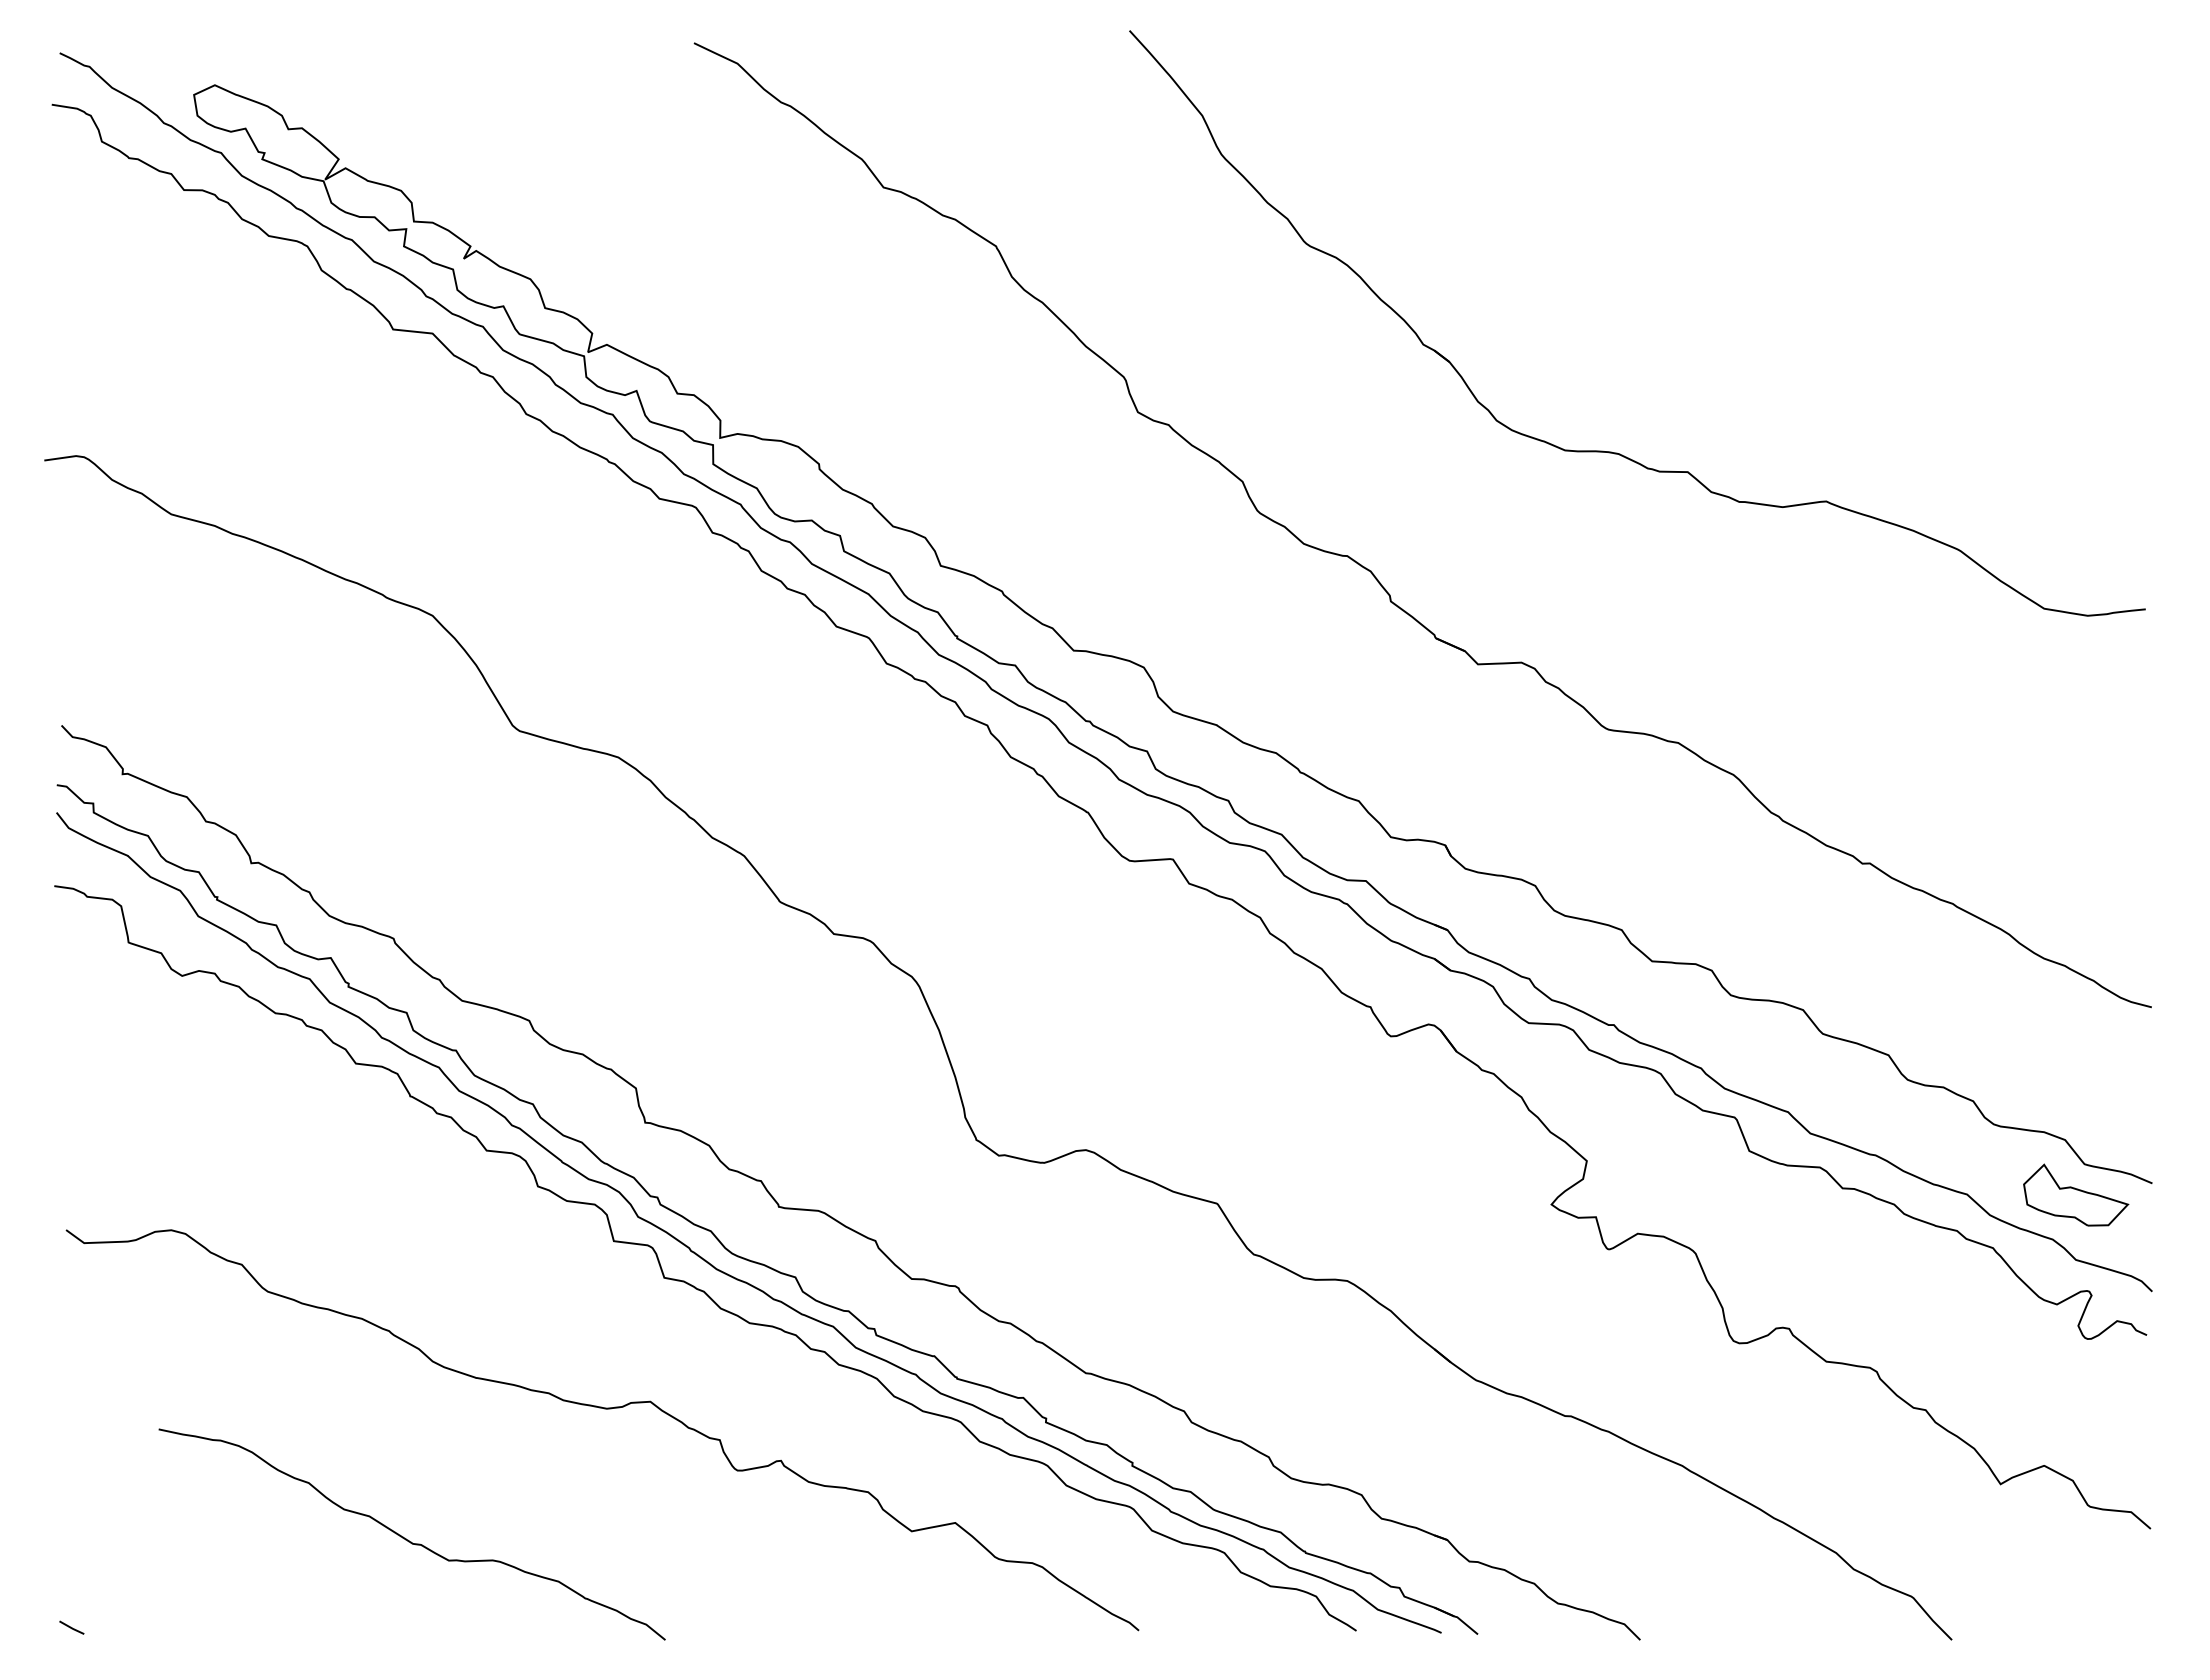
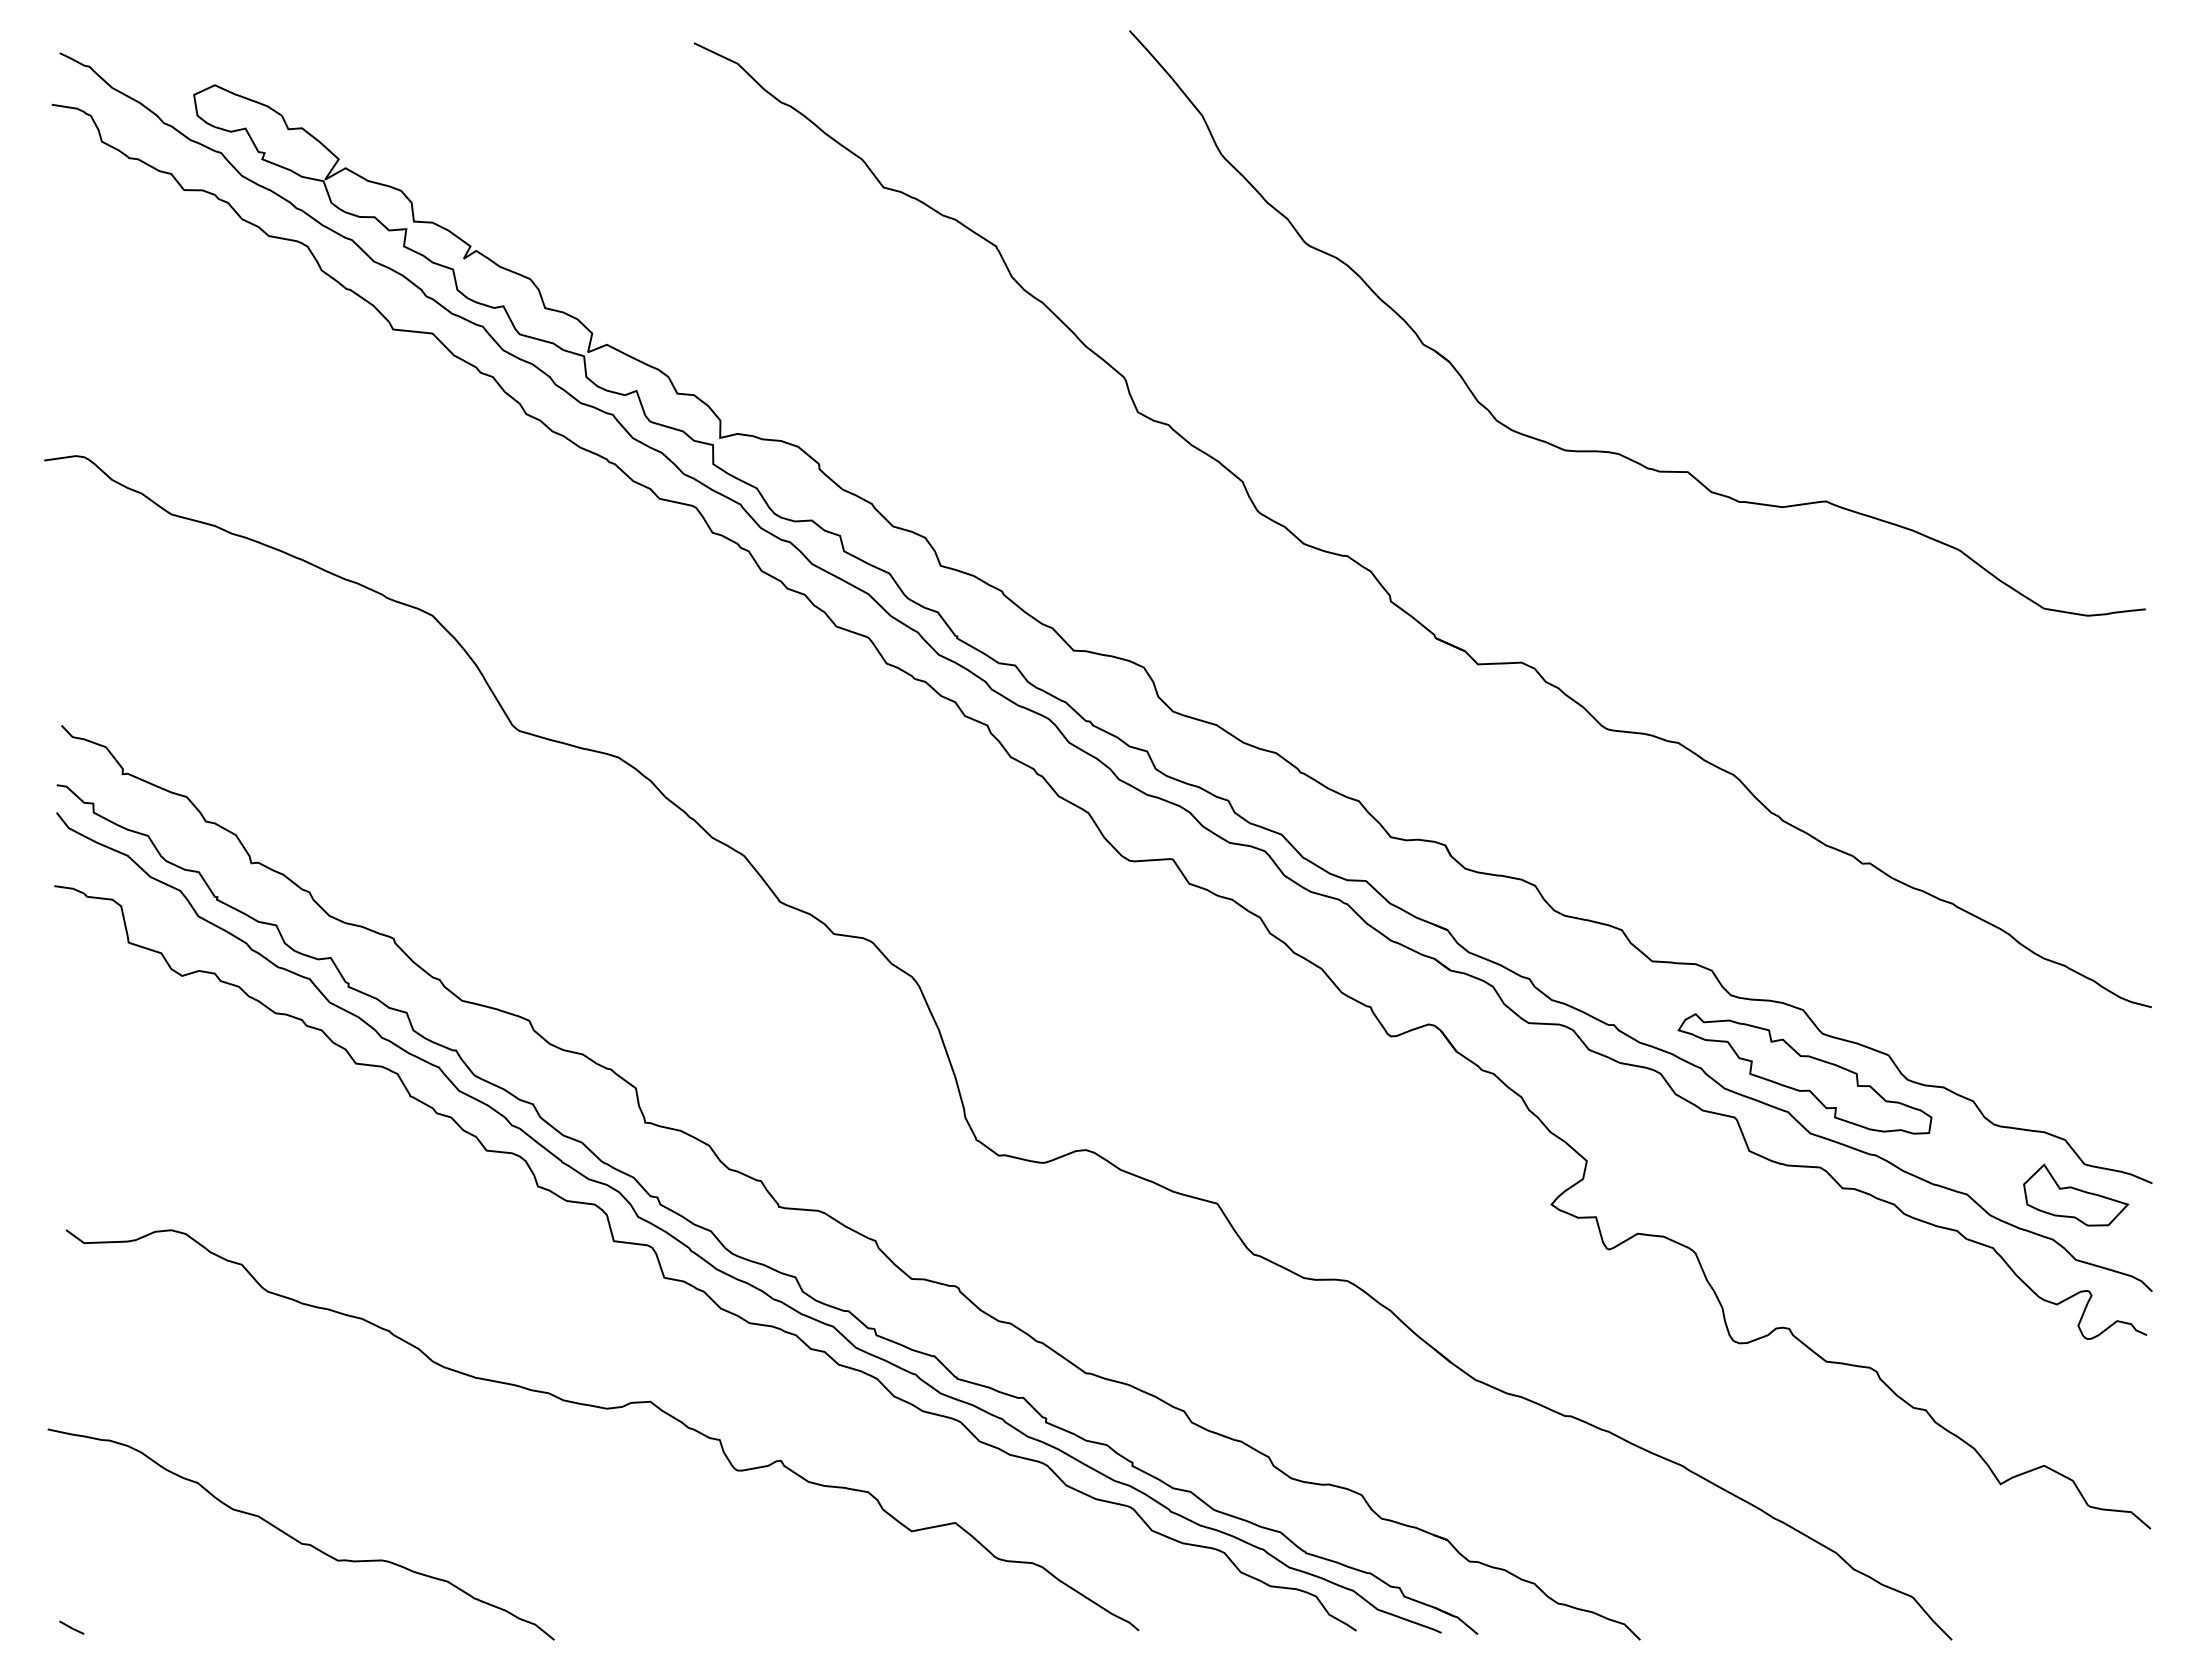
part at (1804, 1073): none -> present
curve at (408, 1539) position: (408, 1539) -> (297, 1539)
